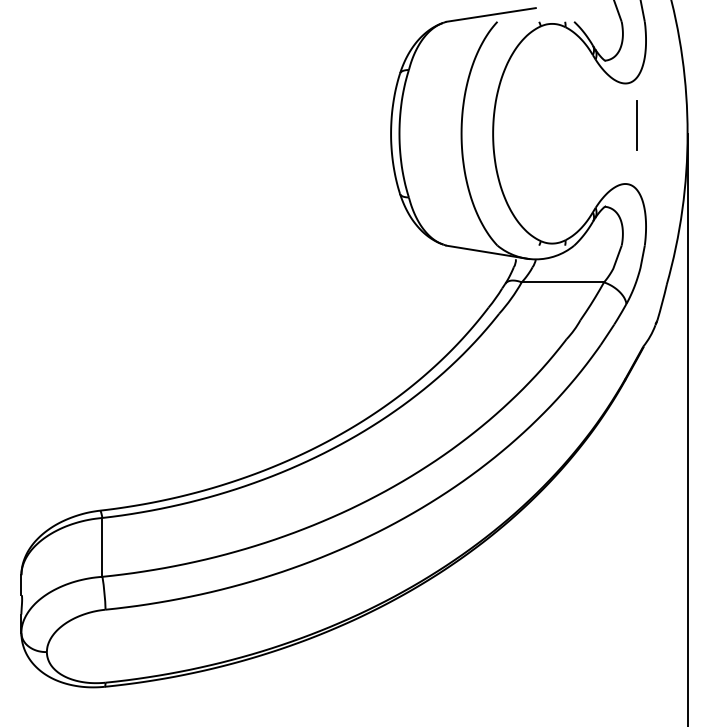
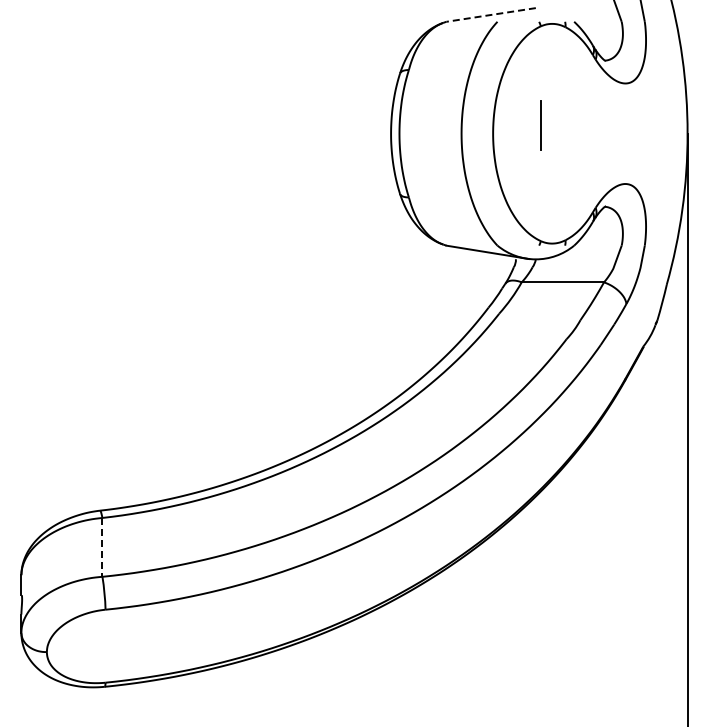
line at (490, 15): solid -> dashed
line at (636, 125) position: (636, 125) -> (540, 125)
line at (102, 547): solid -> dashed
